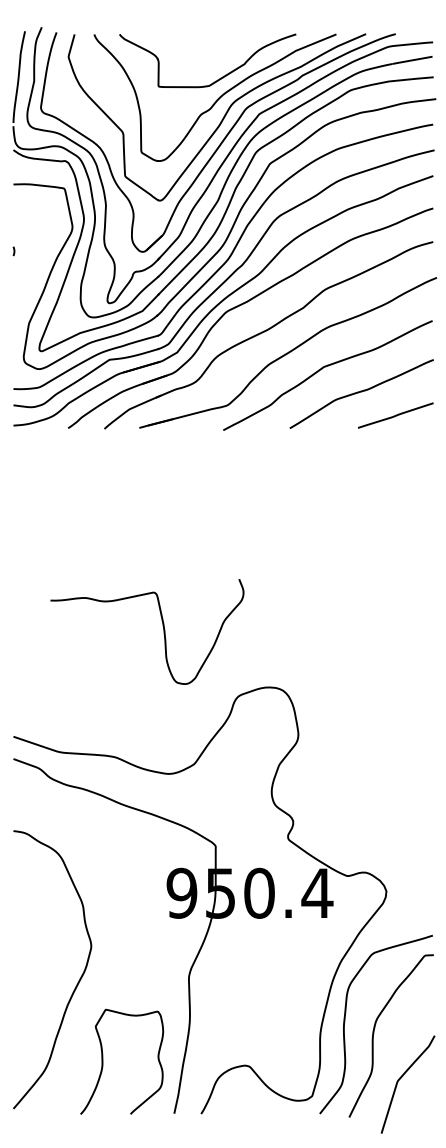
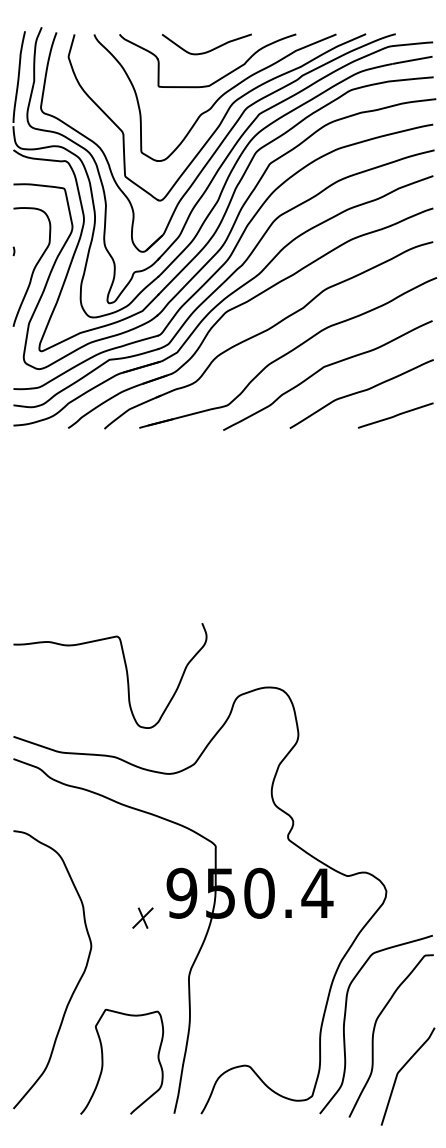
curve at (208, 50): none -> present
curve at (33, 268): none -> present
curve at (162, 626) position: (162, 626) -> (125, 670)
part at (142, 917): none -> present
curve at (401, 1078) position: (401, 1078) -> (401, 1070)
